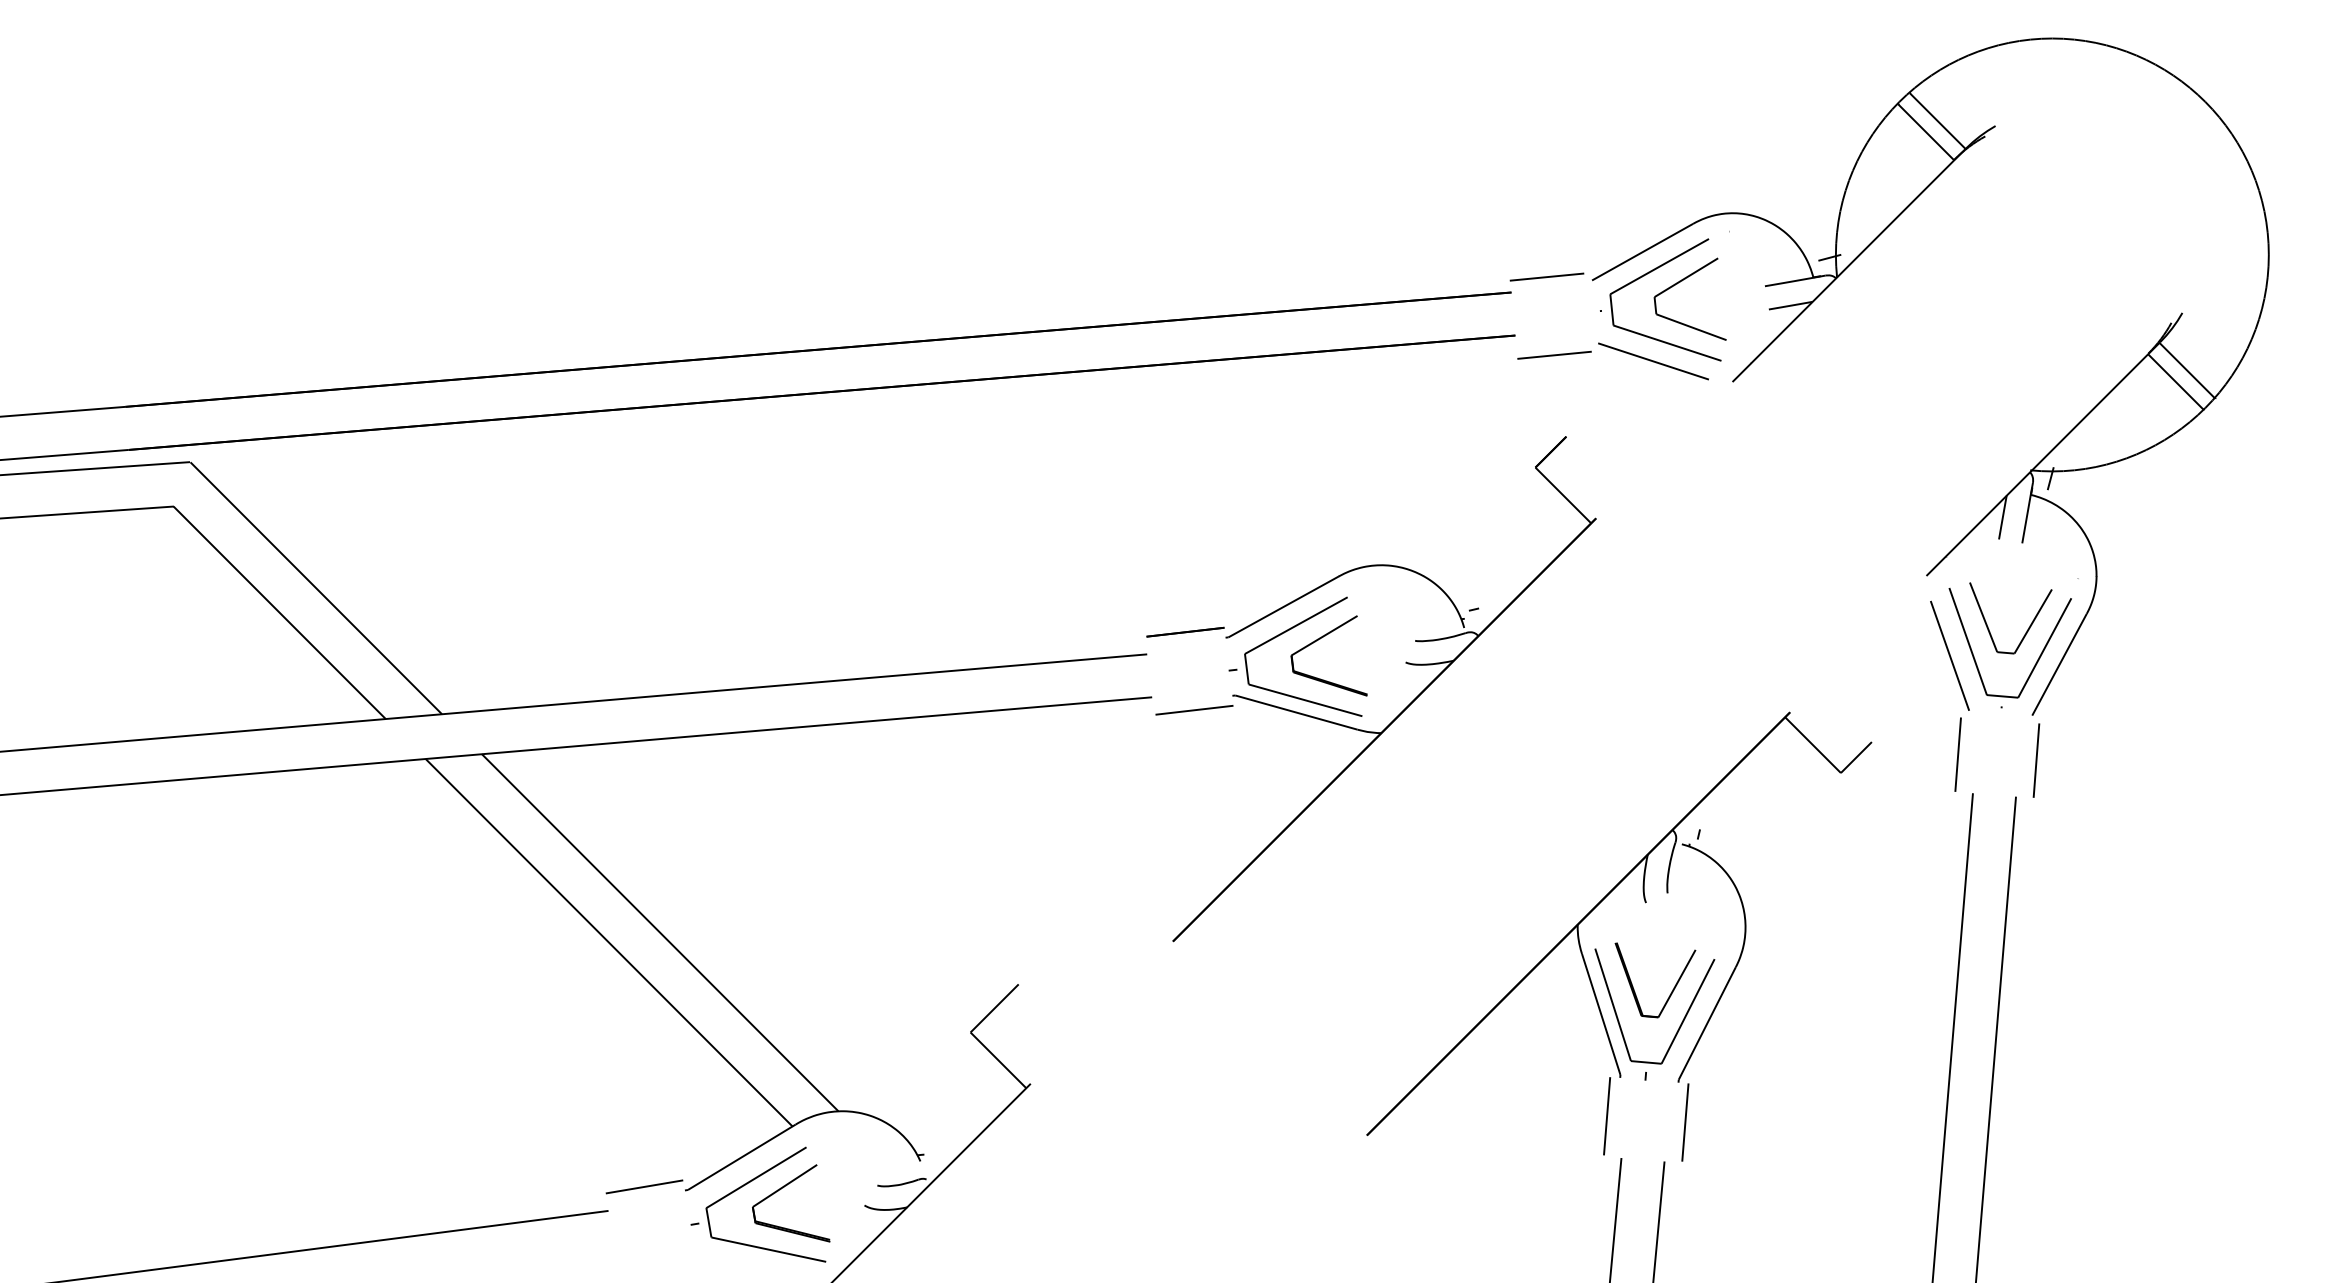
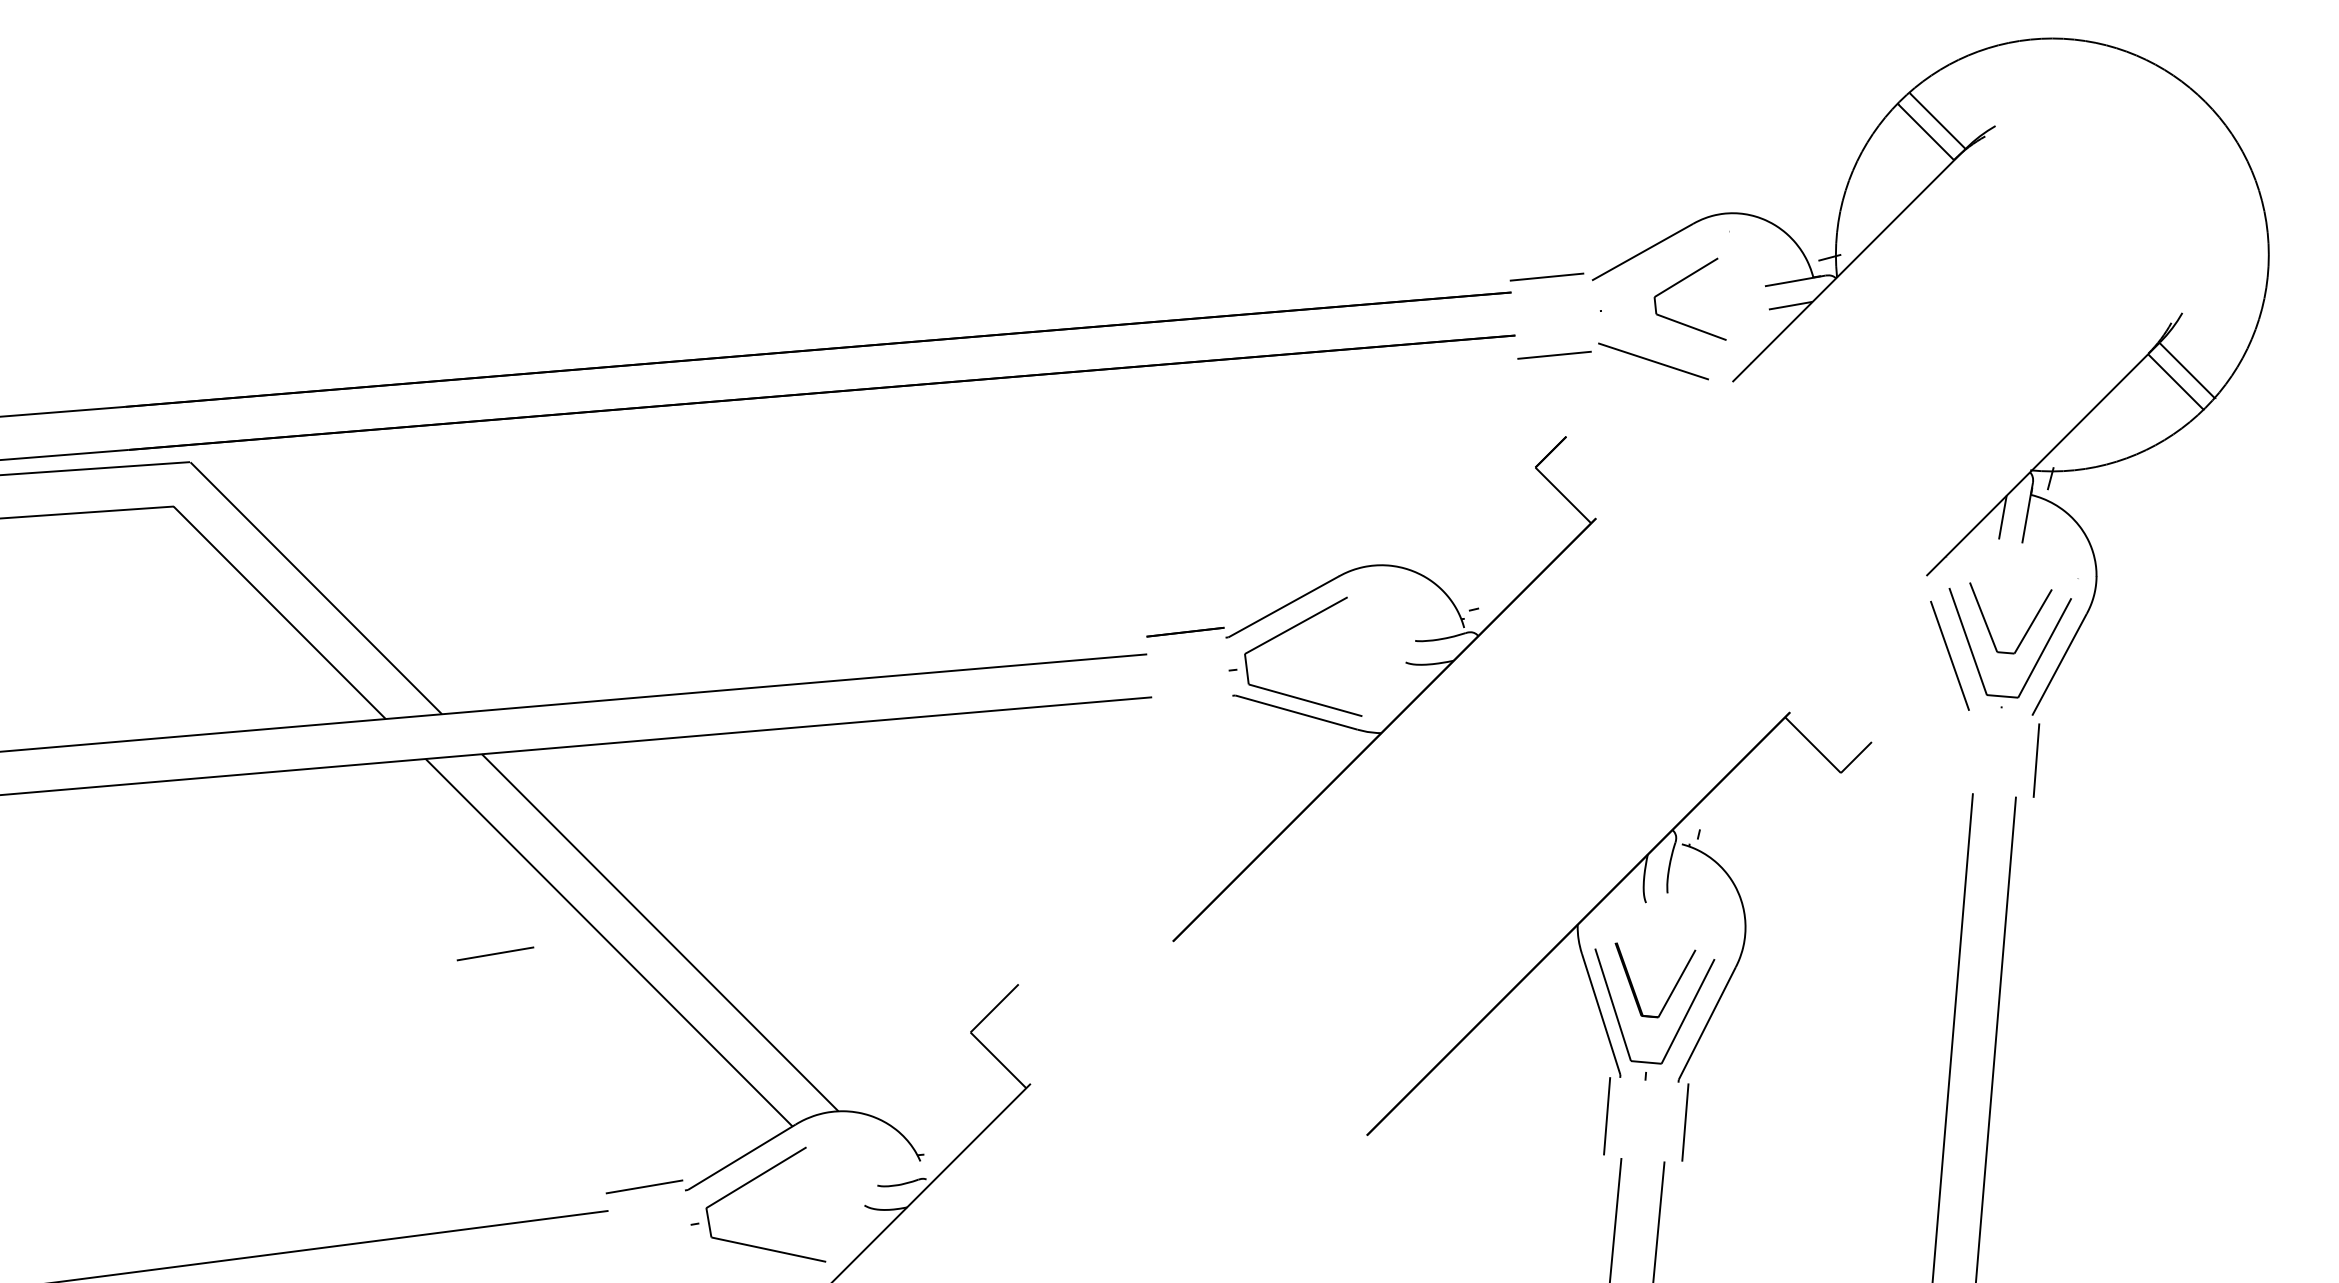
part at (1651, 272): present -> none
part at (1320, 639): present -> none
line at (1194, 710): present -> none
line at (1957, 754): present -> none
line at (495, 953): none -> present
part at (783, 1188): present -> none
